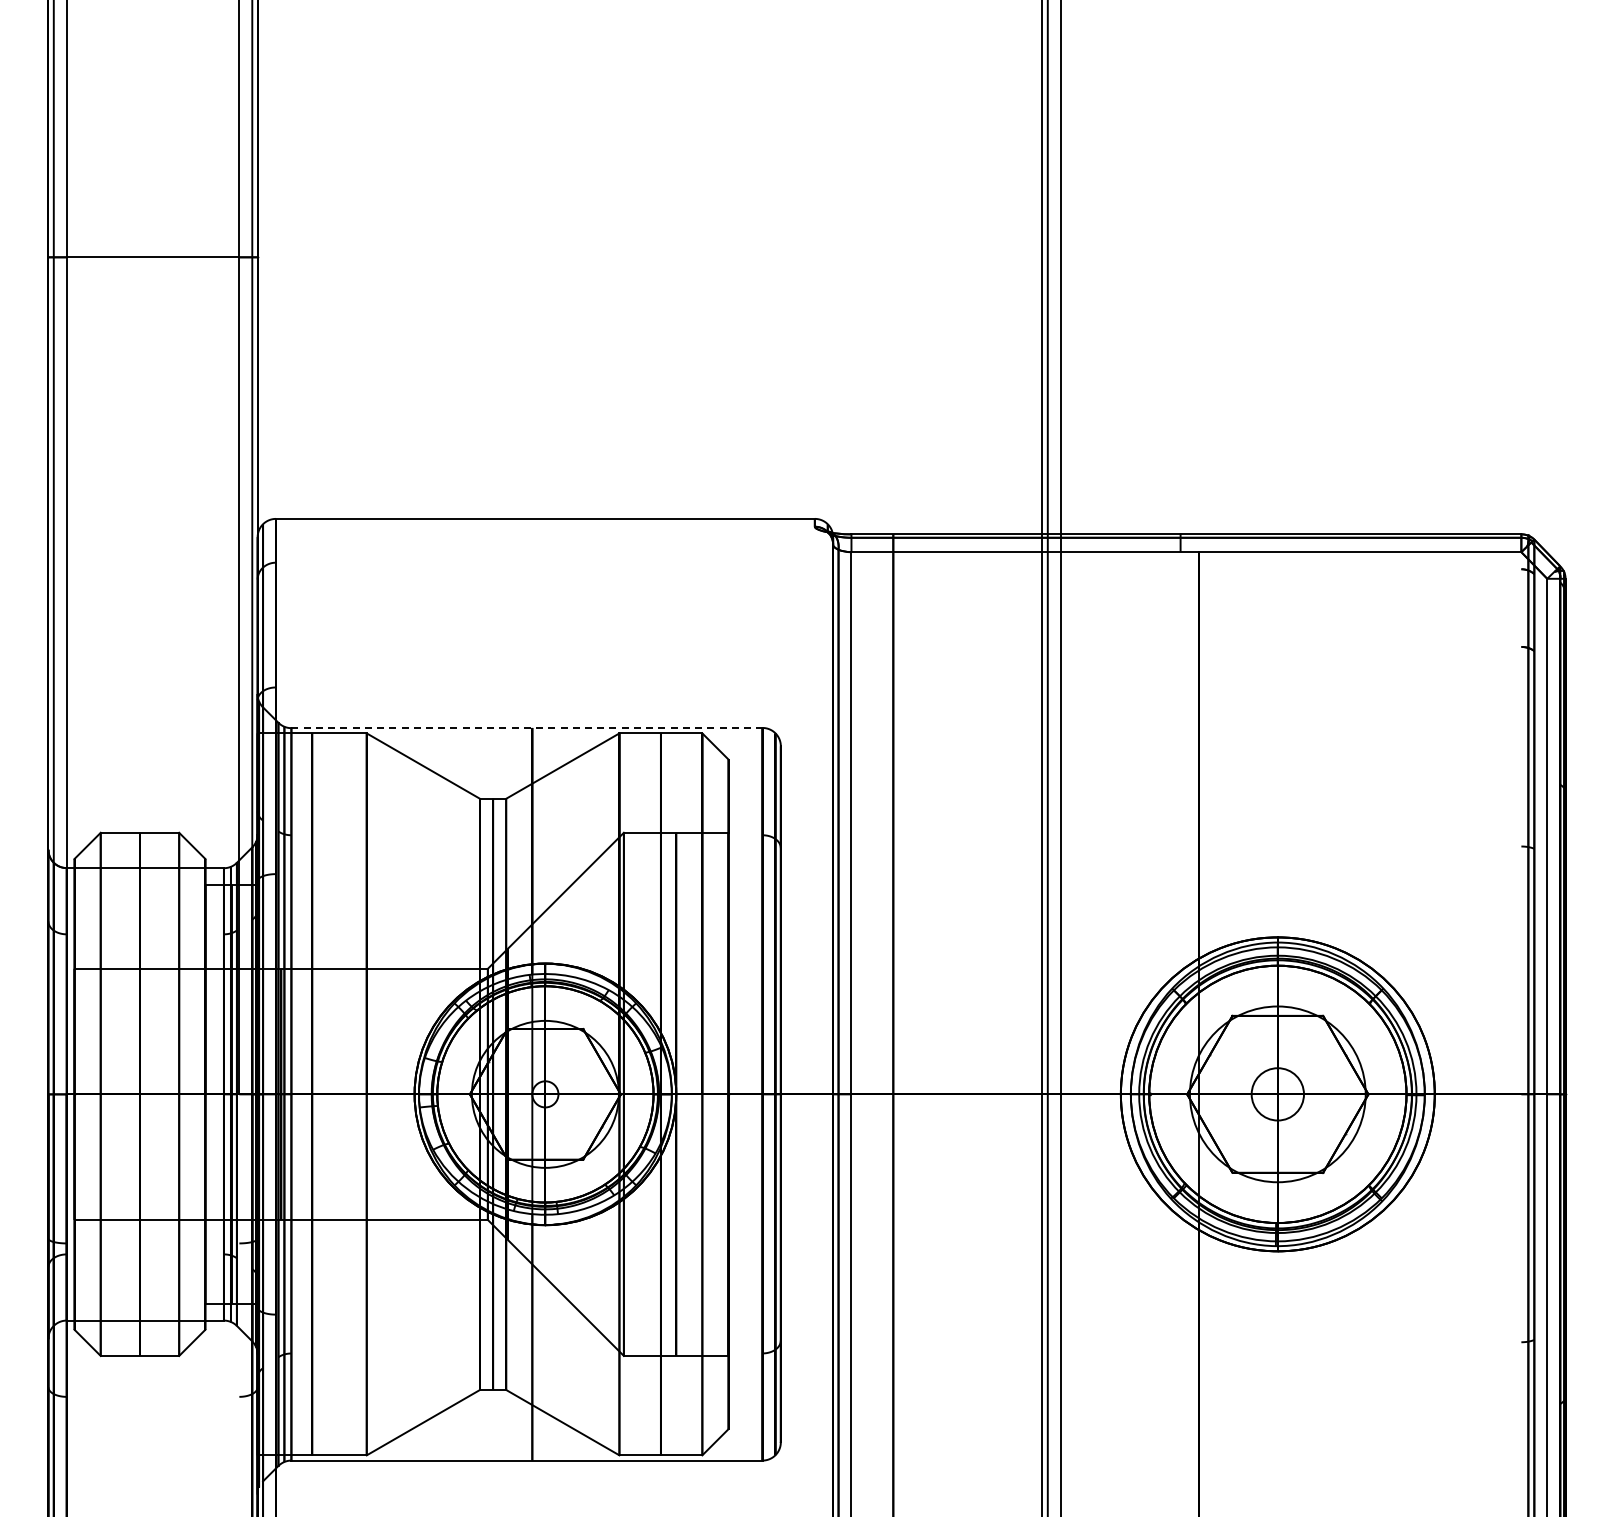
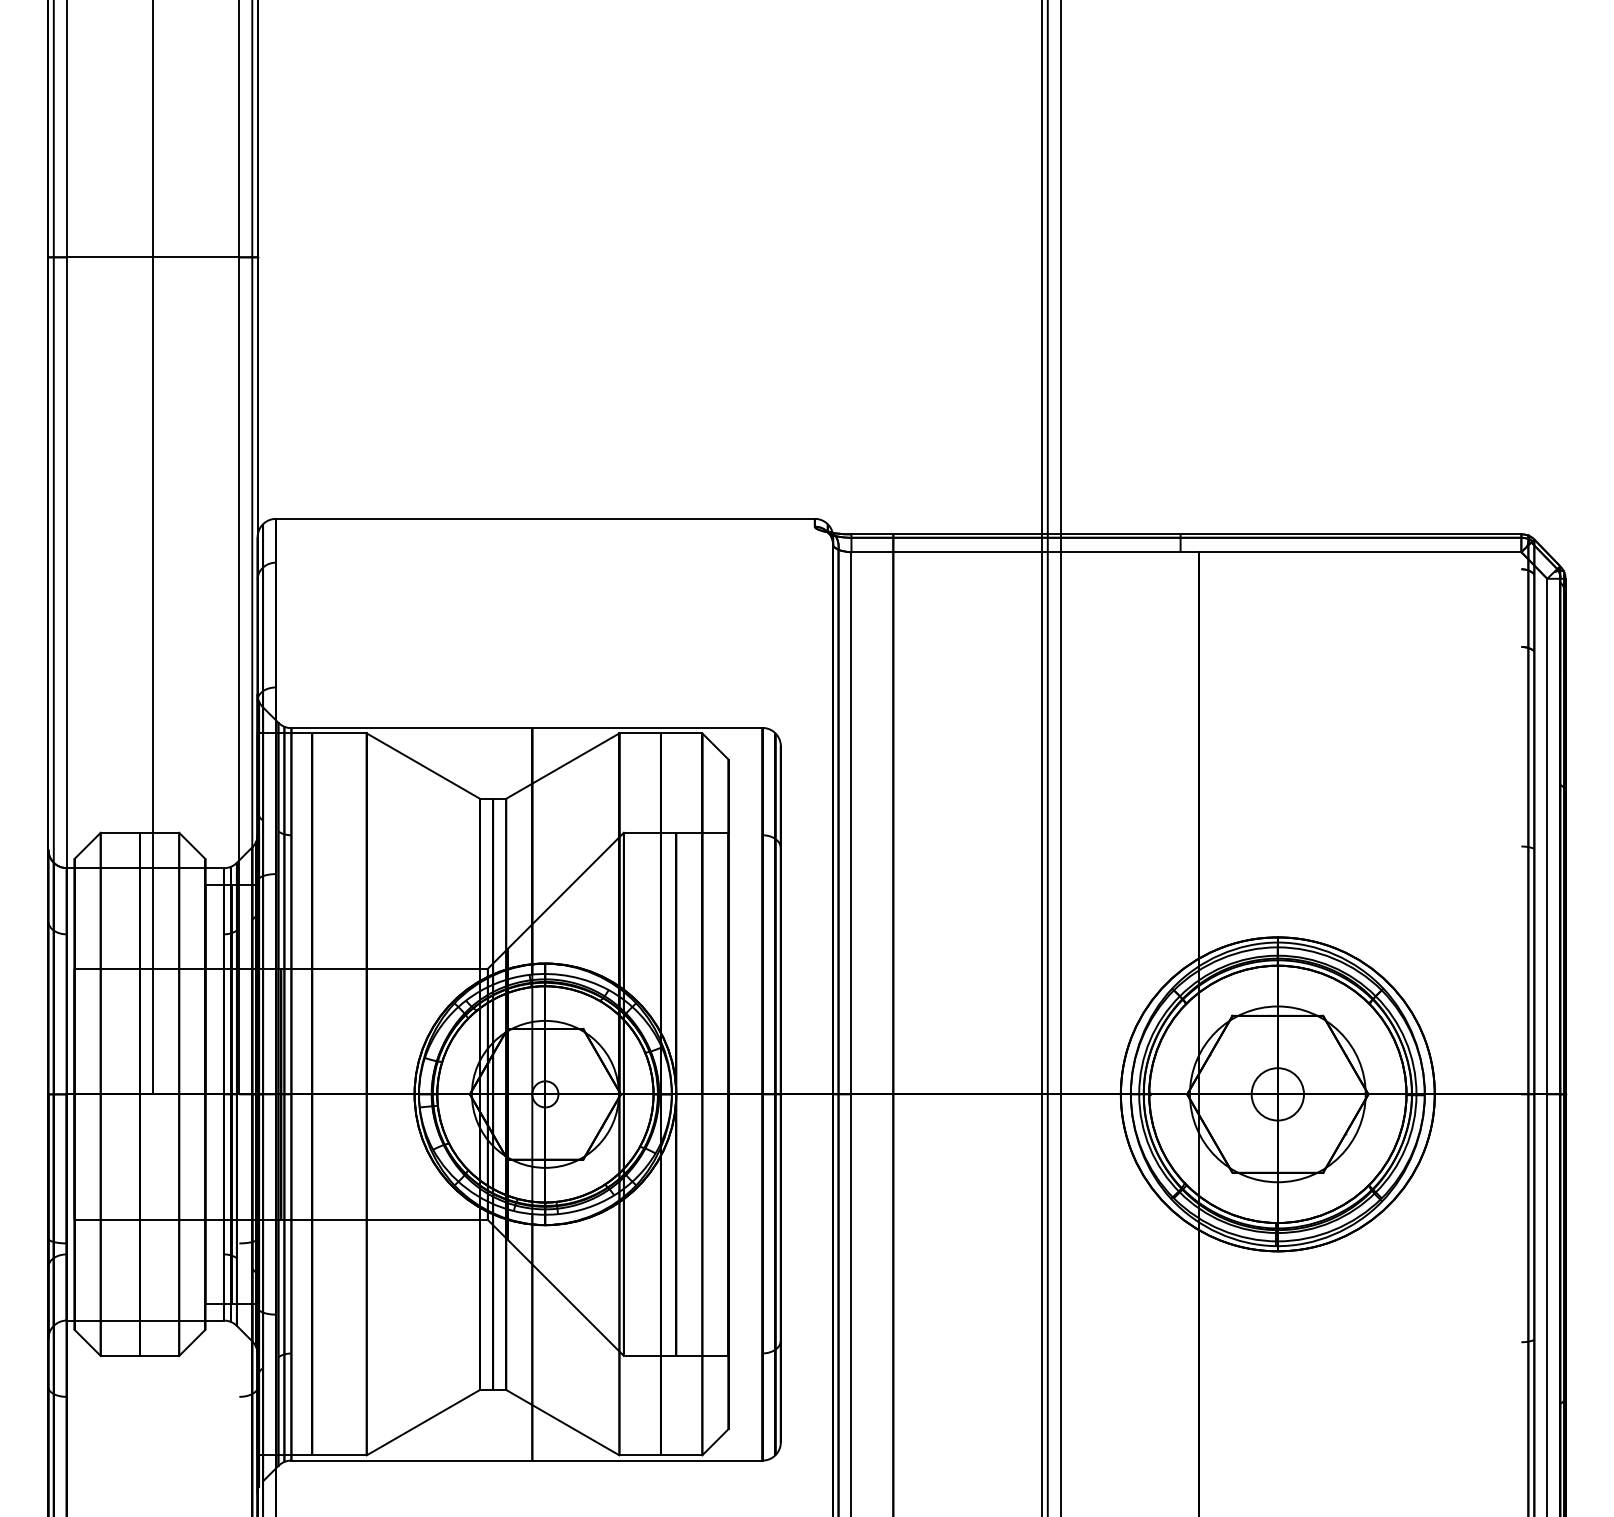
line at (153, 548): none -> present
line at (526, 728): dashed -> solid
